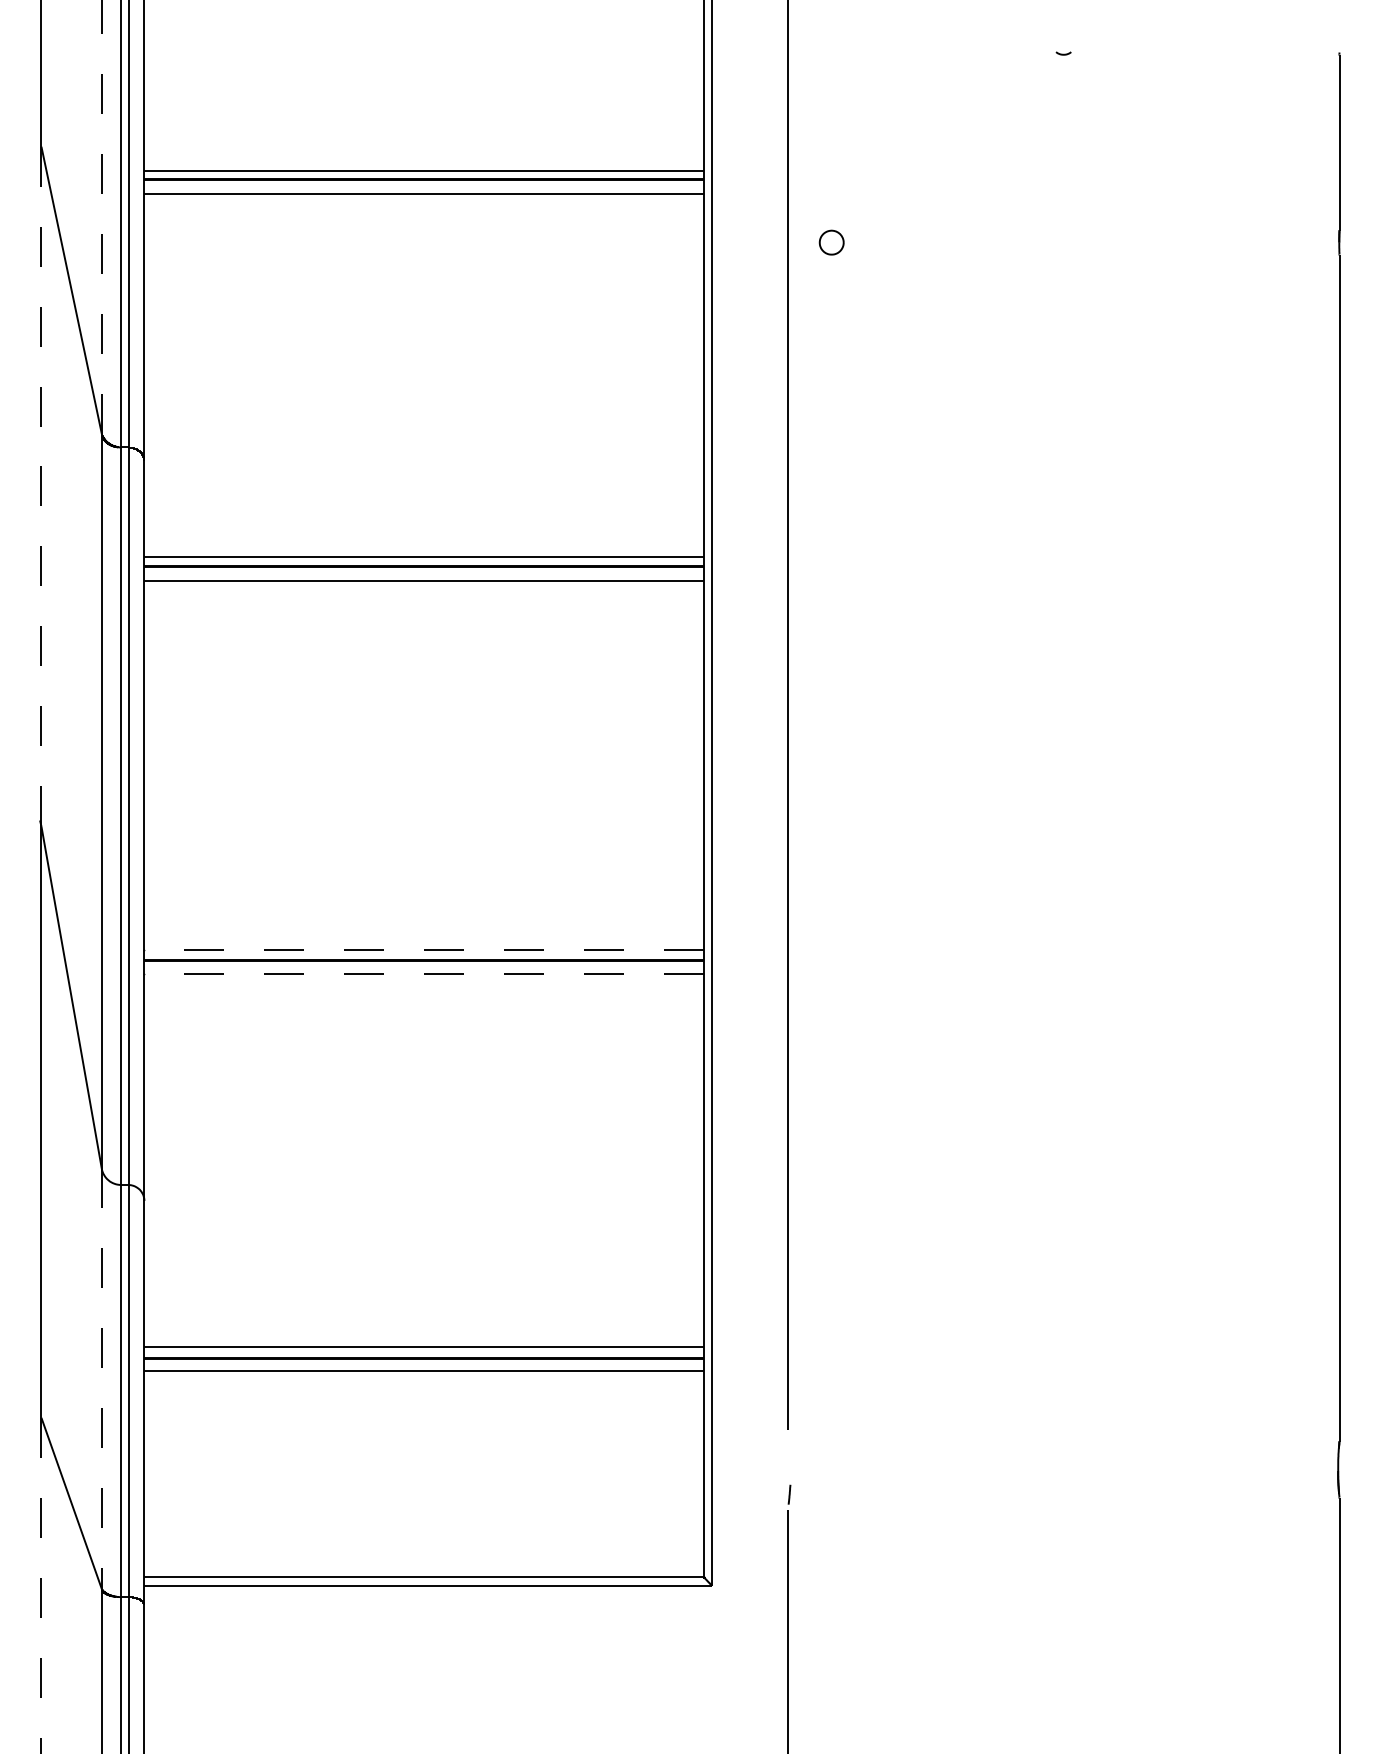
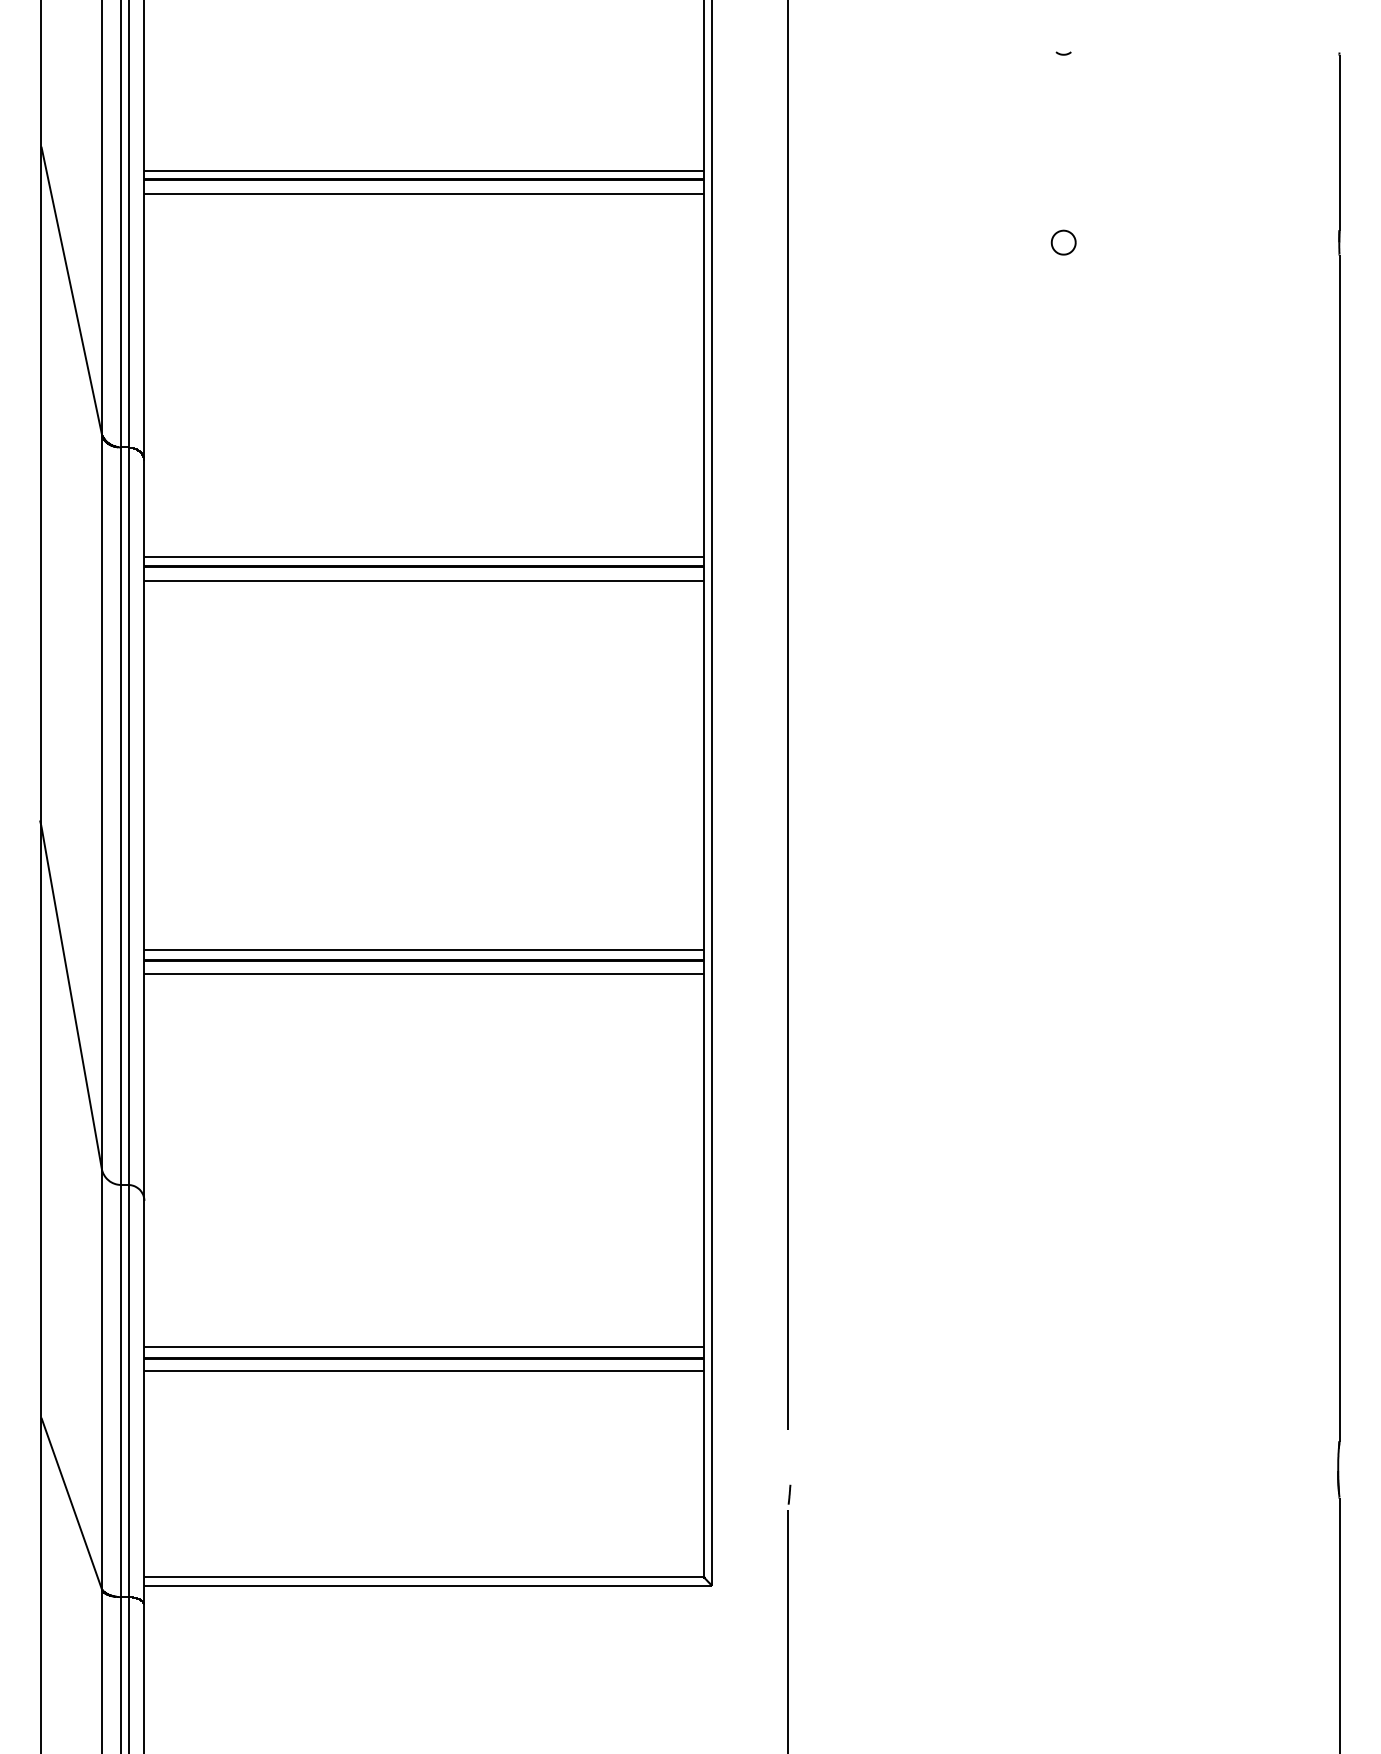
line at (101, 216): dashed -> solid
part at (831, 242) position: (831, 242) -> (1063, 242)
line at (41, 486): dashed -> solid
line at (424, 950): dashed -> solid
line at (424, 974): dashed -> solid
line at (101, 1379): dashed -> solid
line at (41, 1585): dashed -> solid
